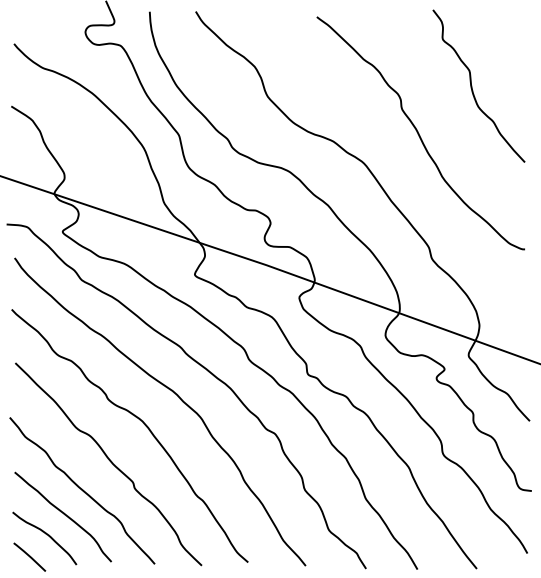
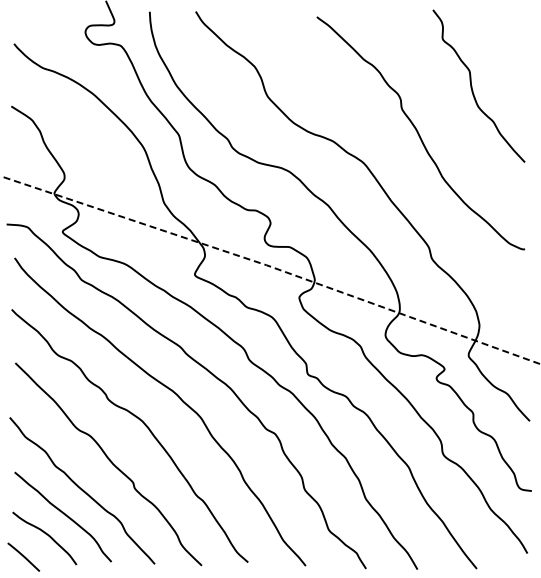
line at (271, 266): solid -> dashed
line at (29, 556) position: (29, 556) -> (23, 556)
